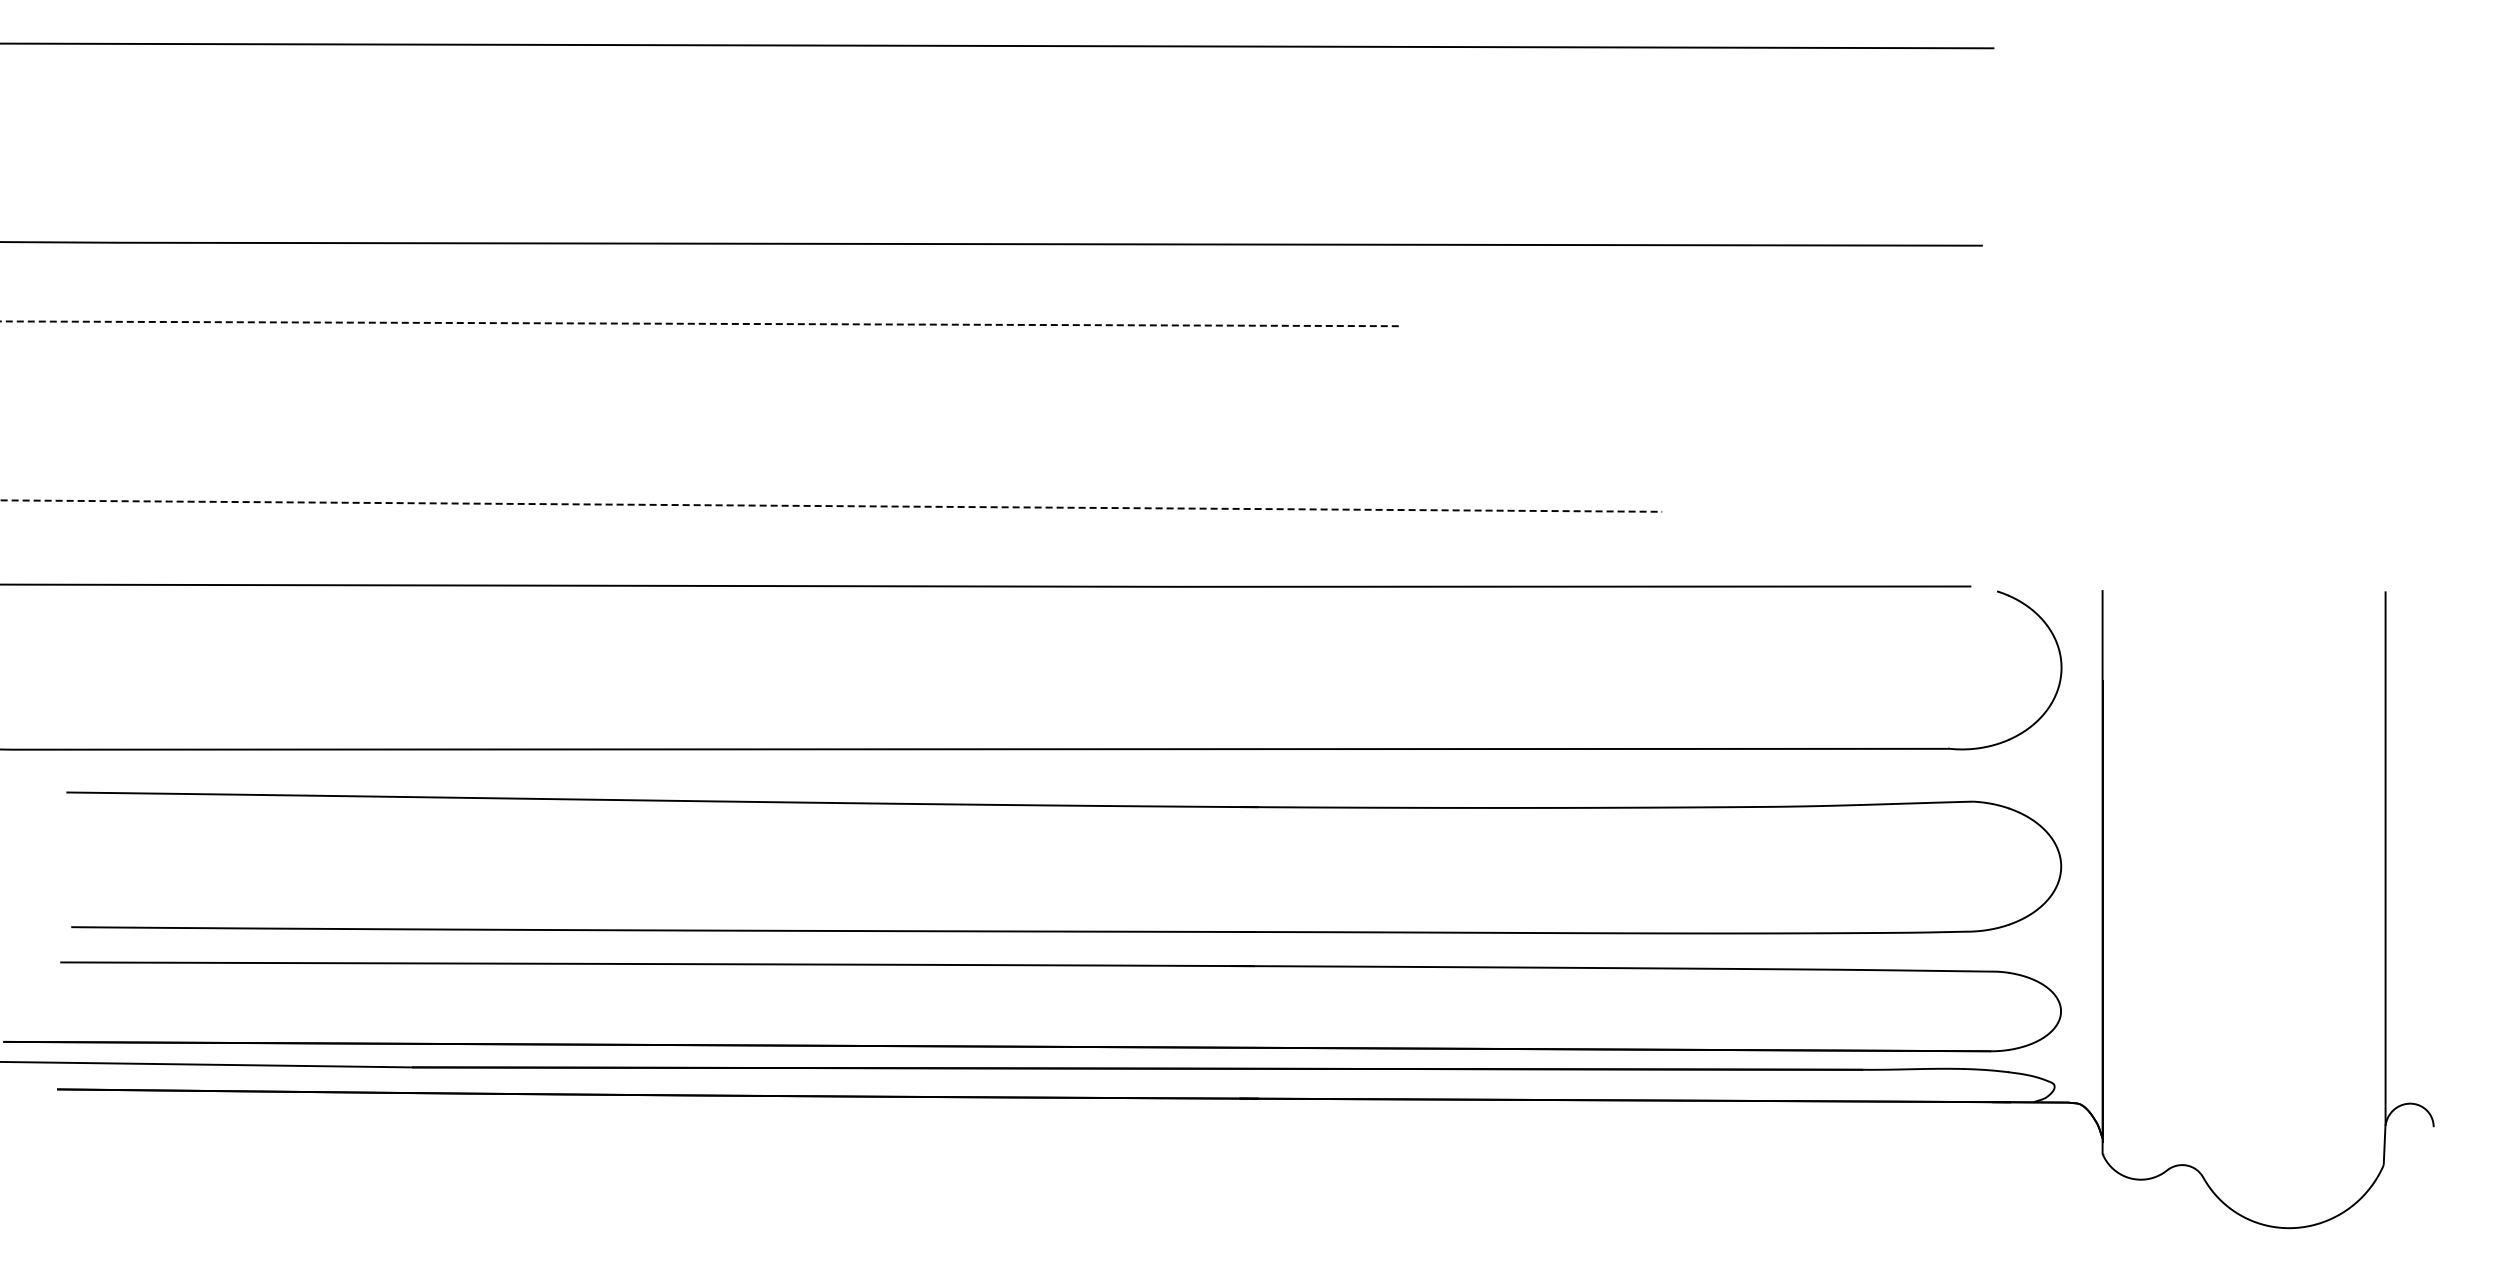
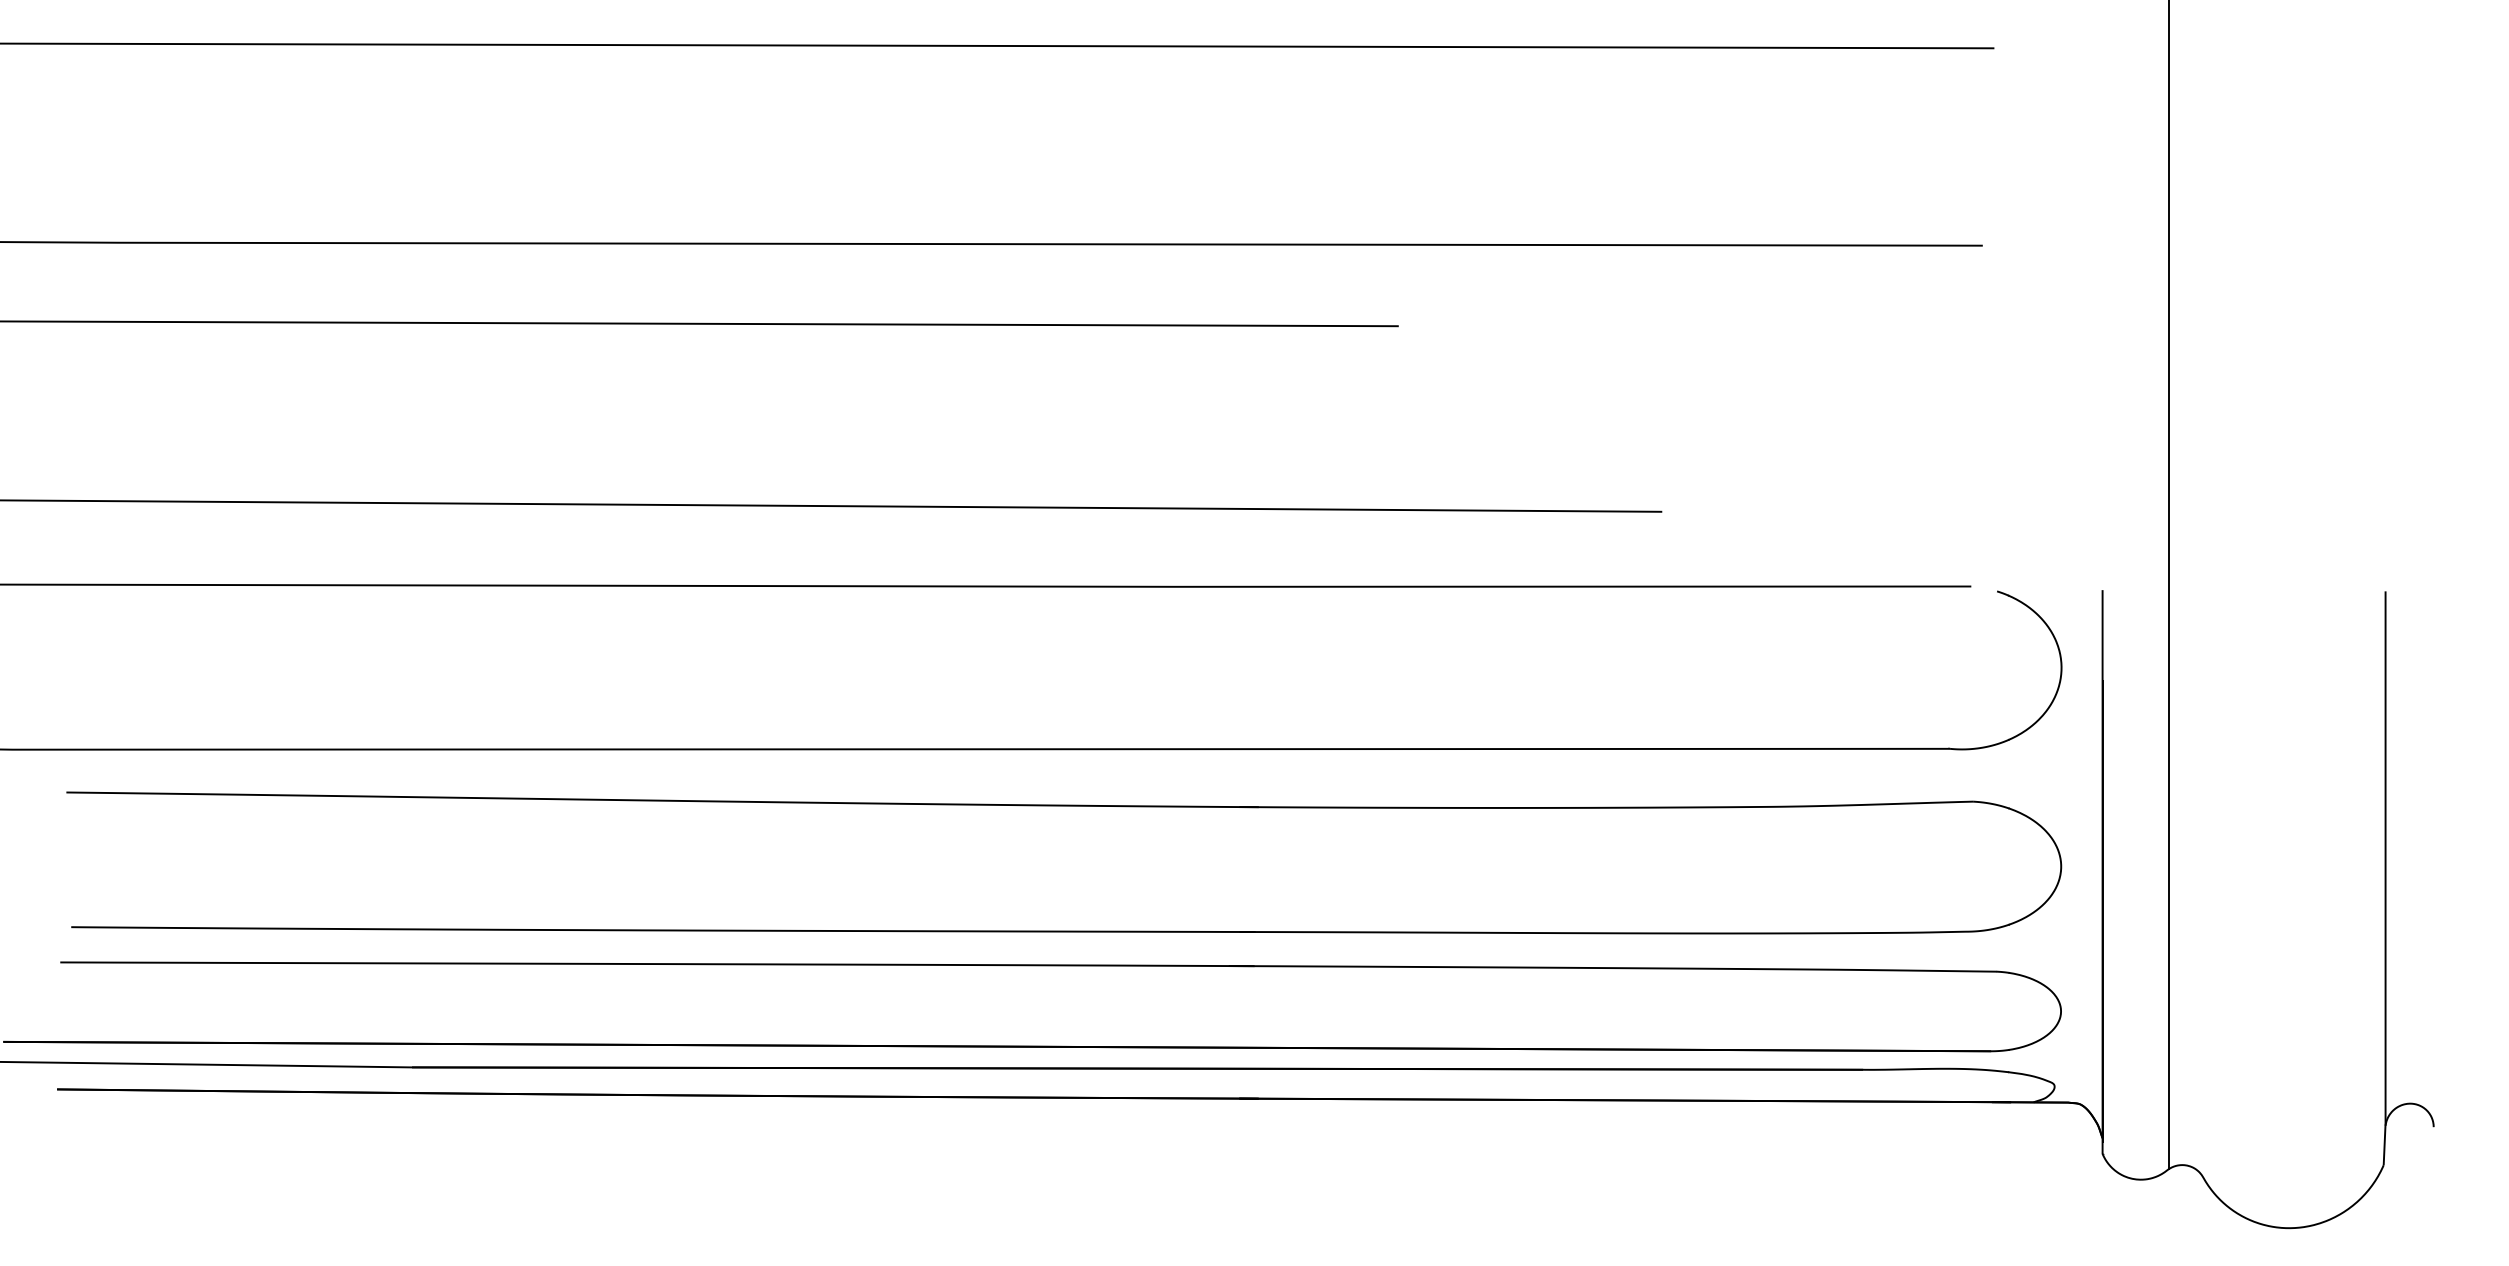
line at (699, 323): dashed -> solid
line at (831, 506): dashed -> solid
line at (2169, 585): none -> present
